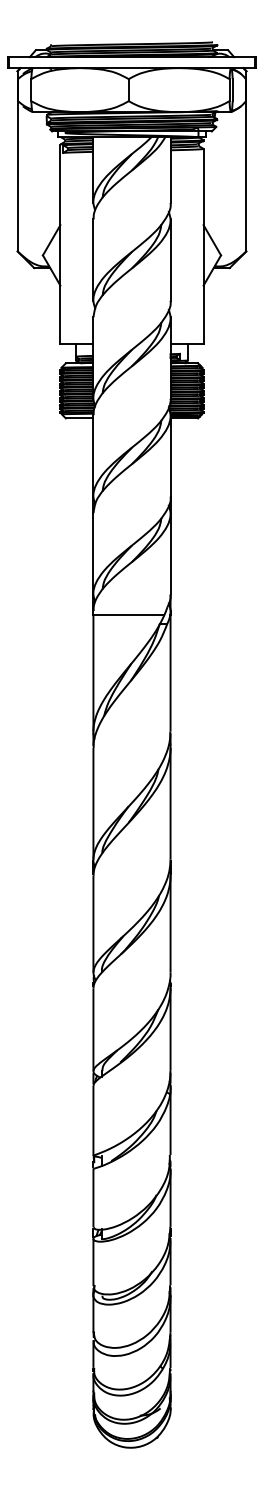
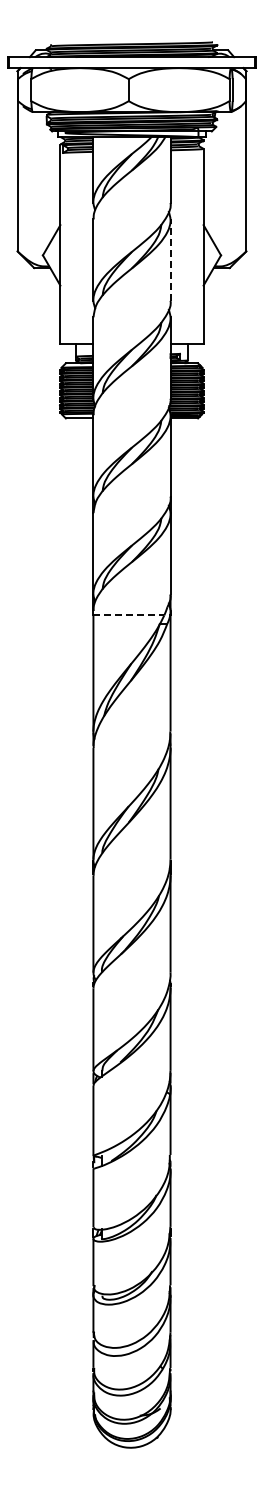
line at (170, 260): solid -> dashed
line at (129, 615): solid -> dashed
